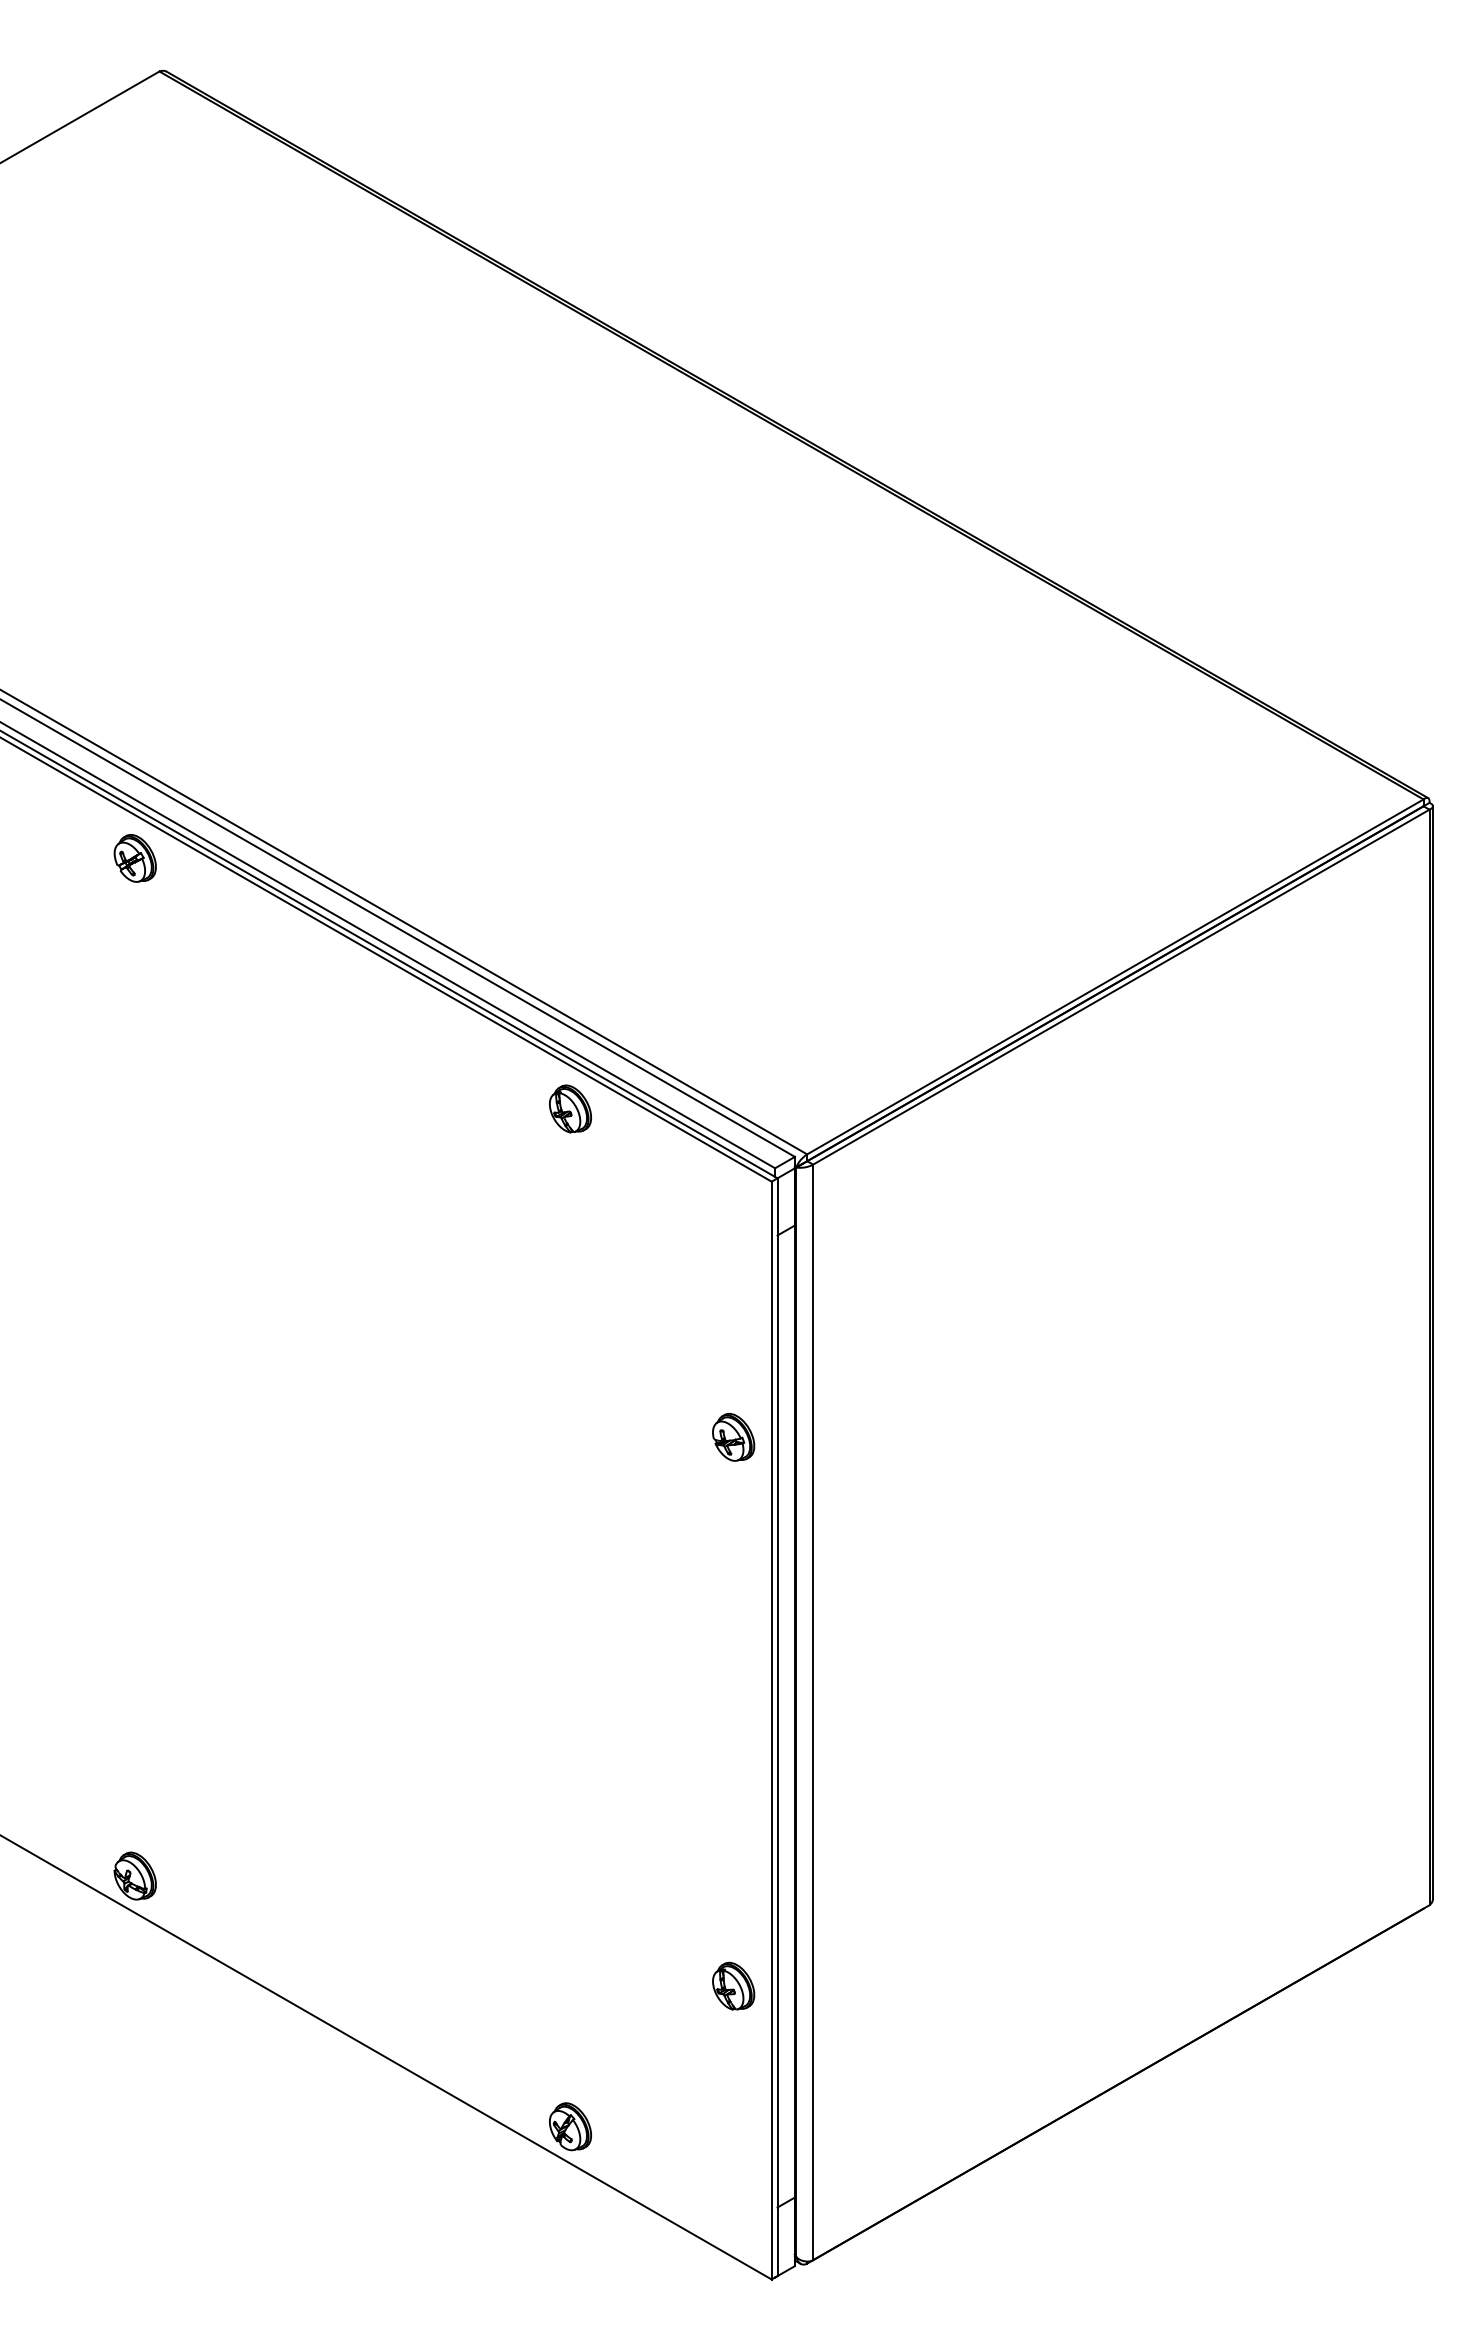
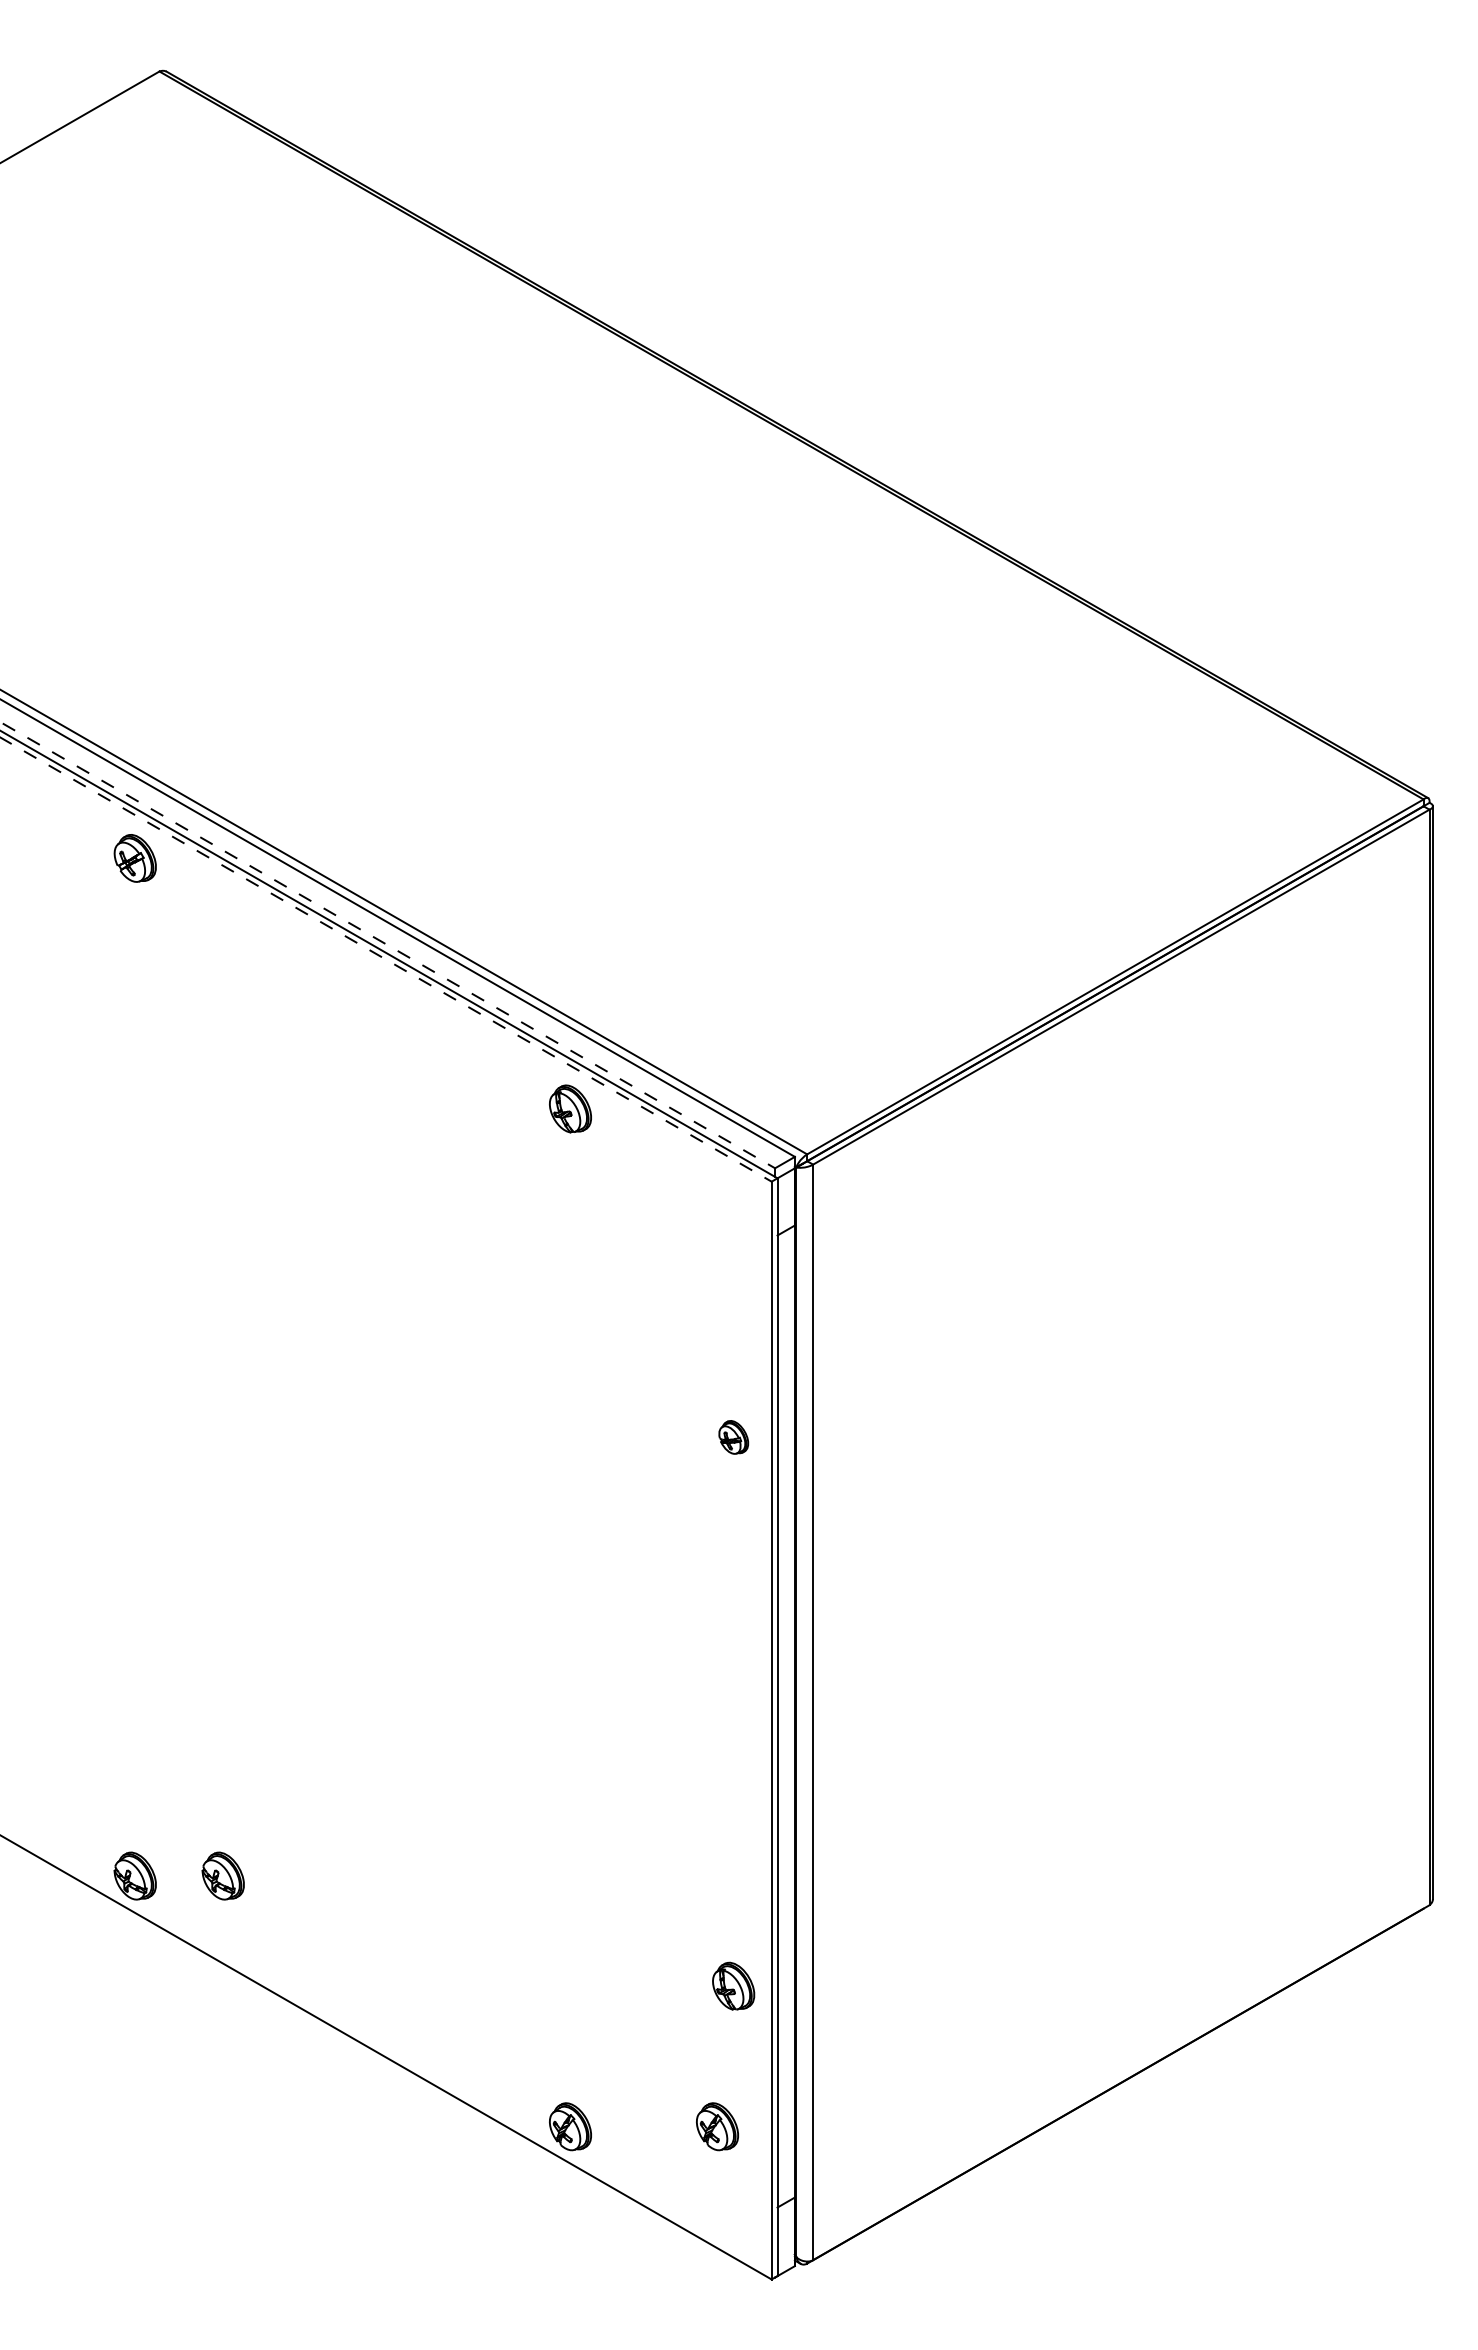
line at (387, 945): solid -> dashed
line at (386, 959): solid -> dashed
part at (733, 1437) size: 44x49 px -> 32x35 px
part at (222, 1875): none -> present
part at (717, 2126): none -> present
